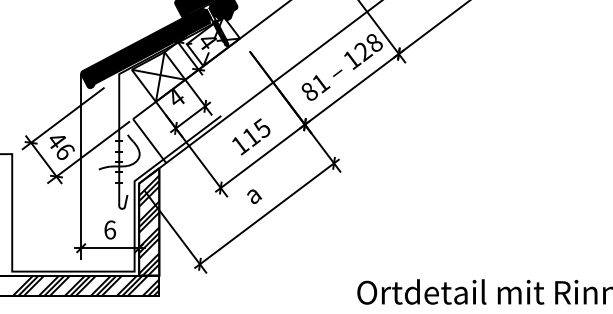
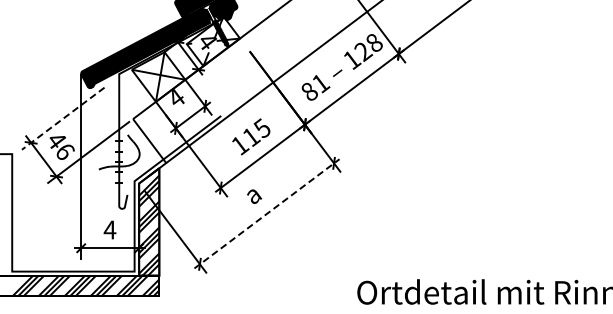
line at (63, 118): solid -> dashed
line at (267, 213): solid -> dashed
text at (109, 229): 6 -> 4
